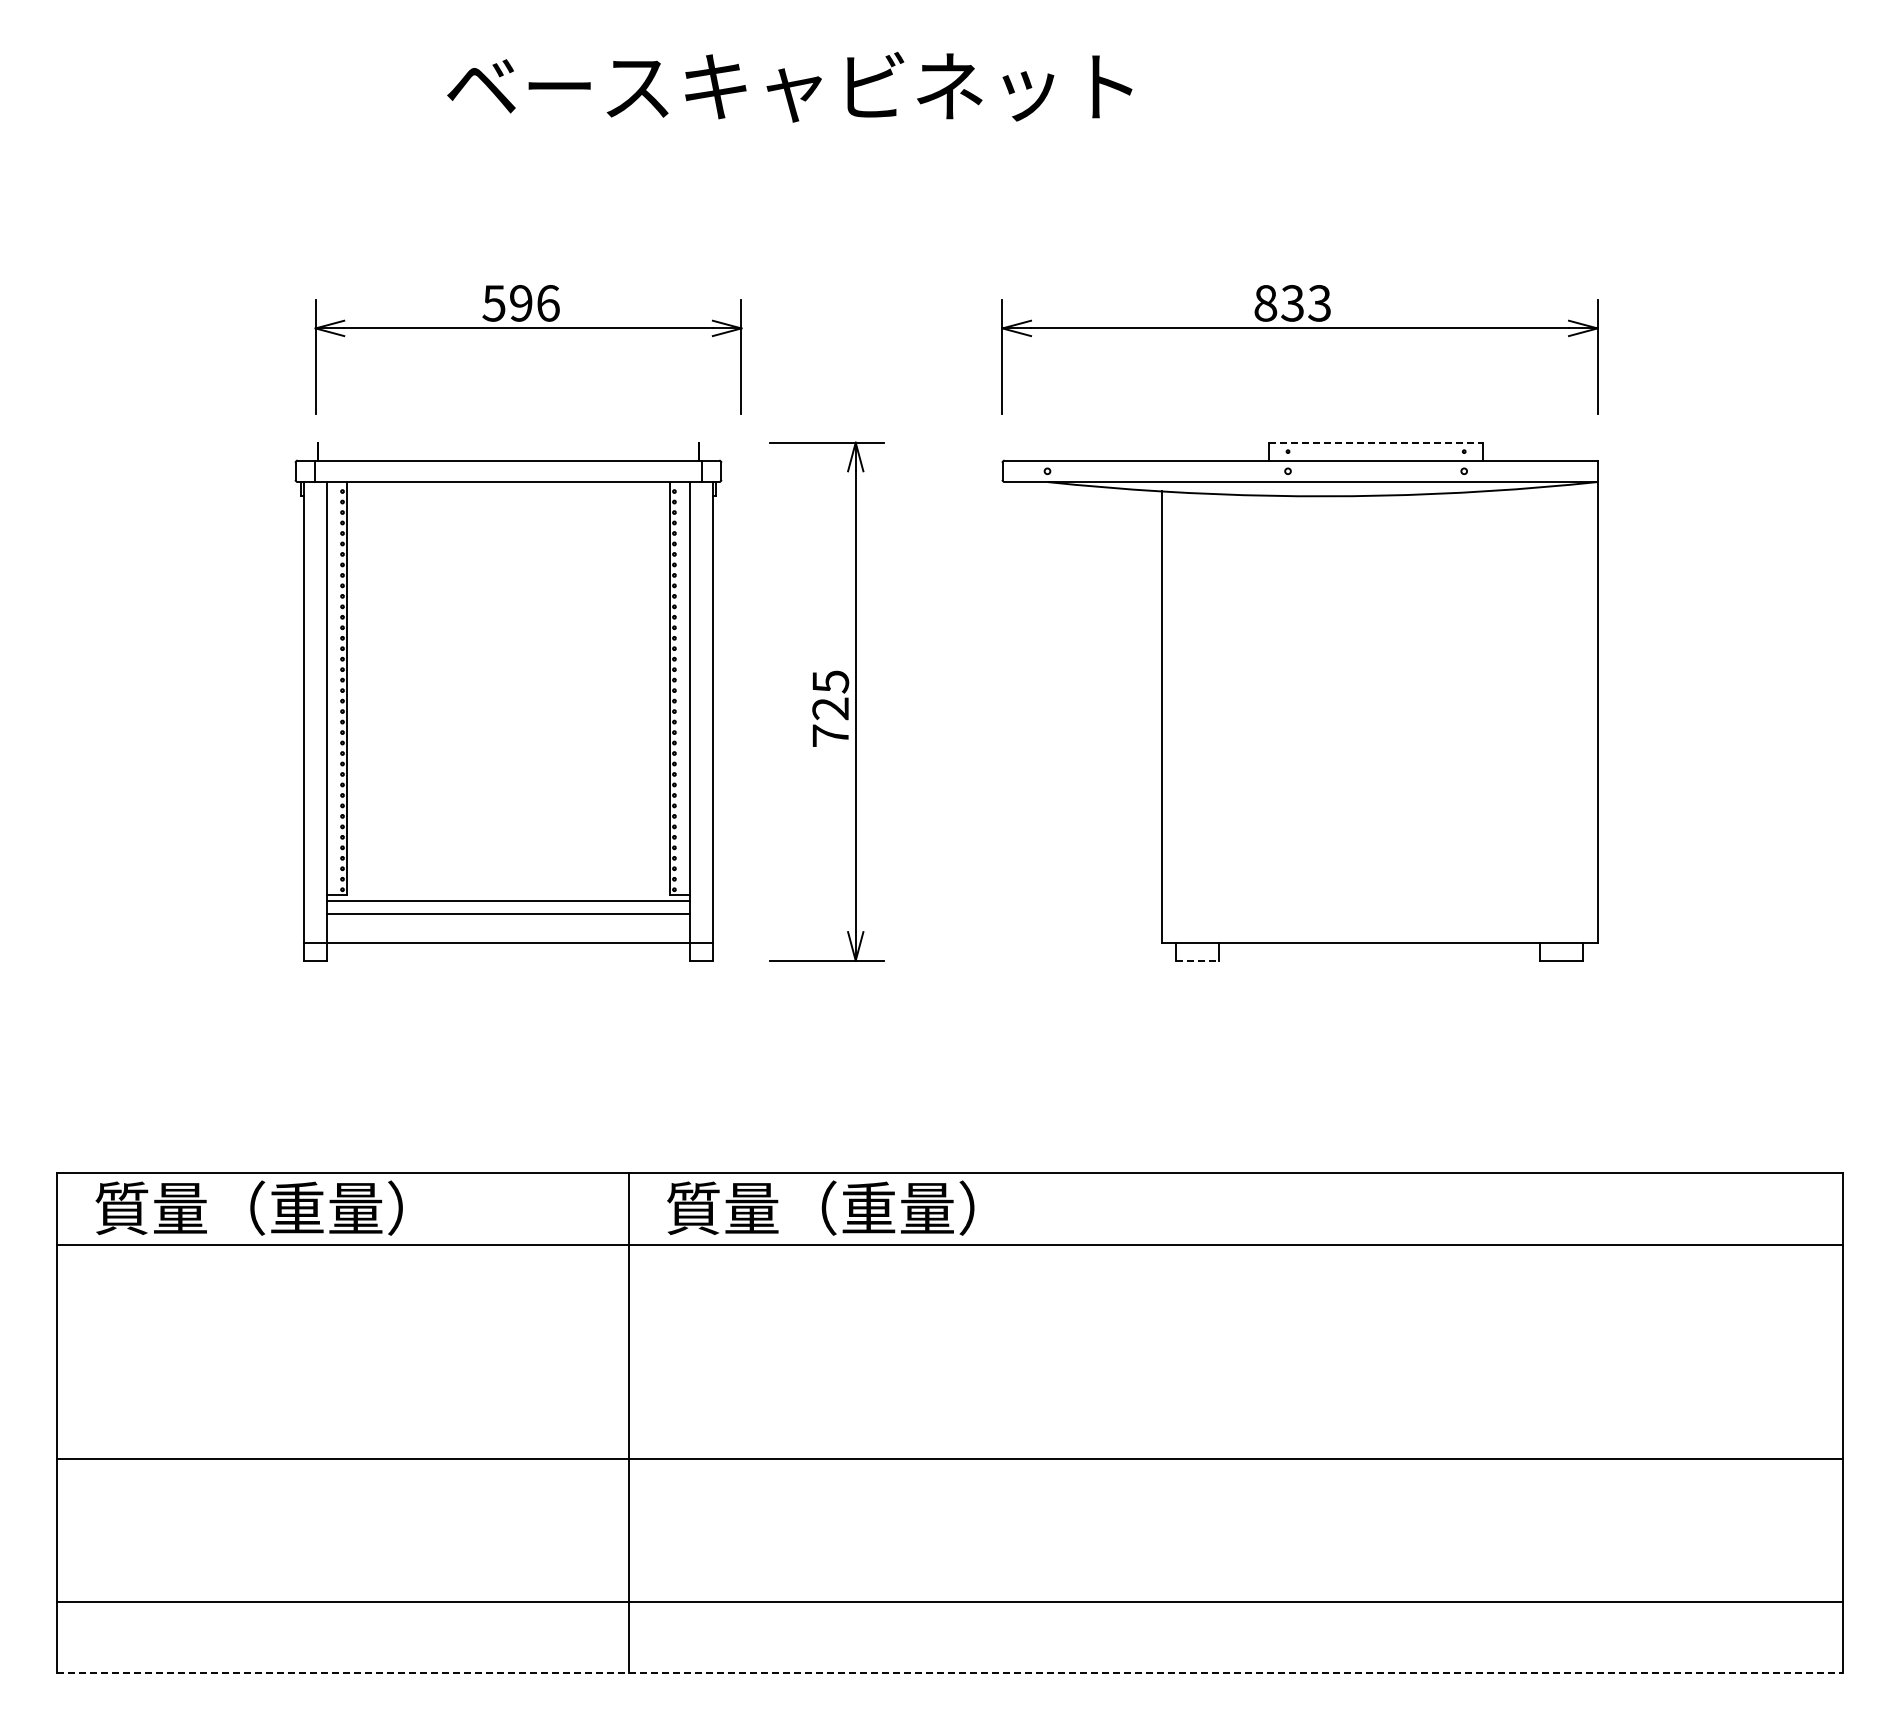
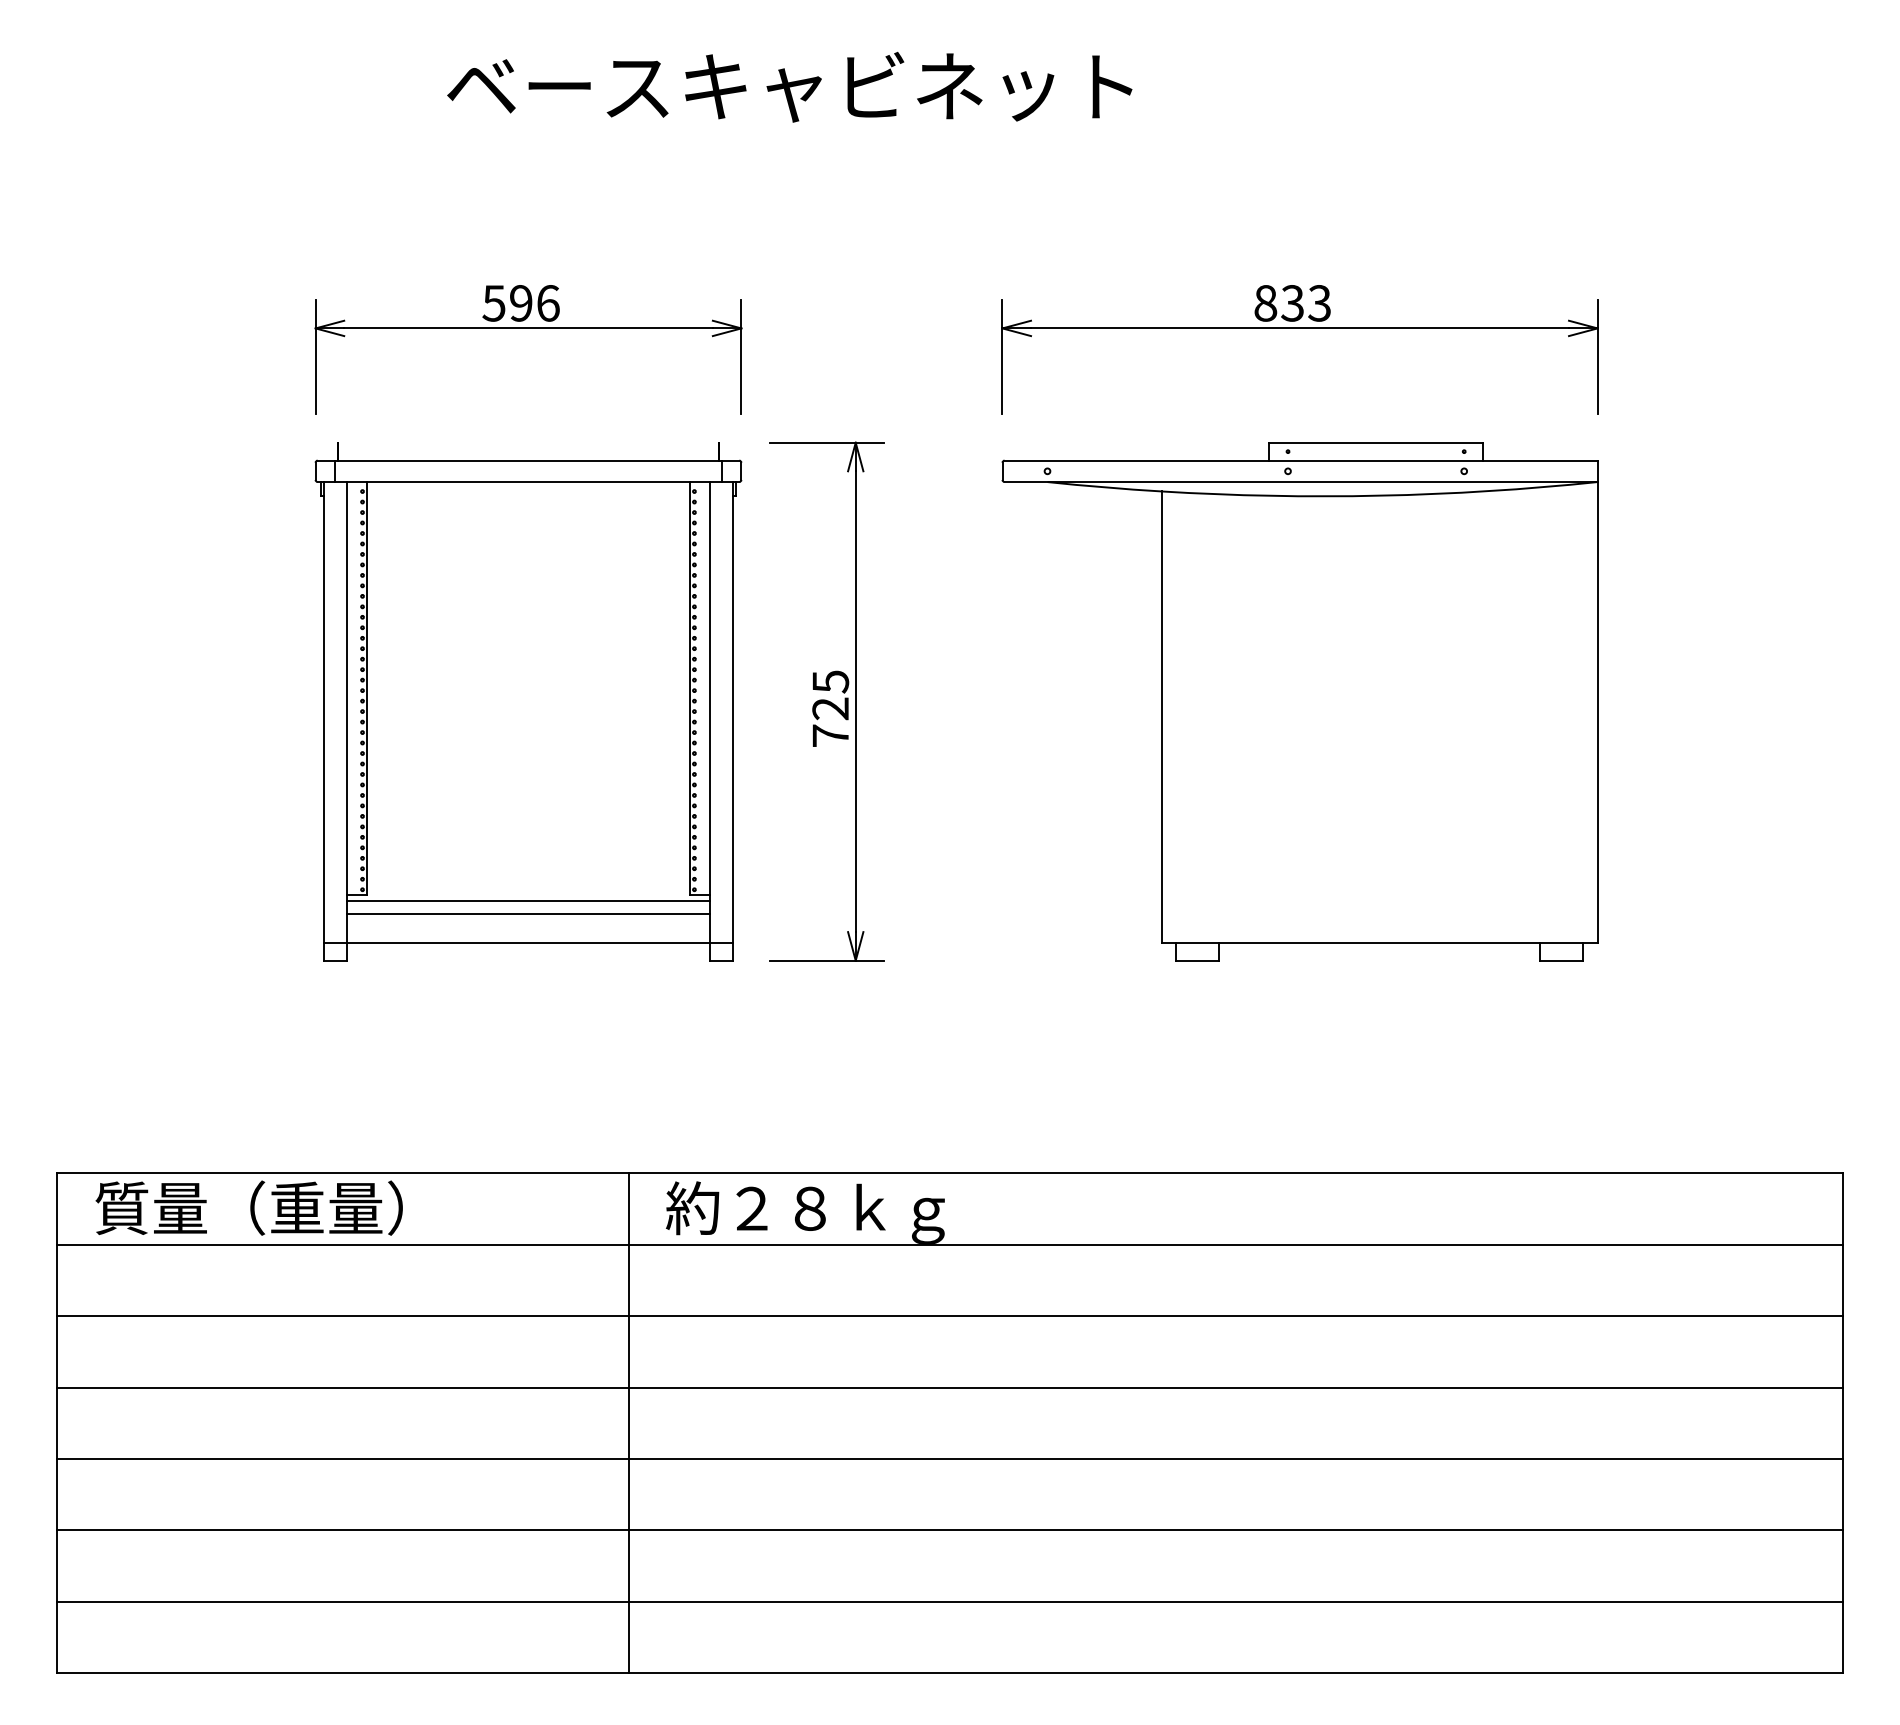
line at (1376, 442): dashed -> solid
part at (508, 701) position: (508, 701) -> (528, 701)
line at (1198, 960): dashed -> solid
text at (819, 1211): 質量（重量） -> 約２８ｋｇ
line at (949, 1316): none -> present
line at (949, 1387): none -> present
line at (949, 1530): none -> present
line at (950, 1673): dashed -> solid
